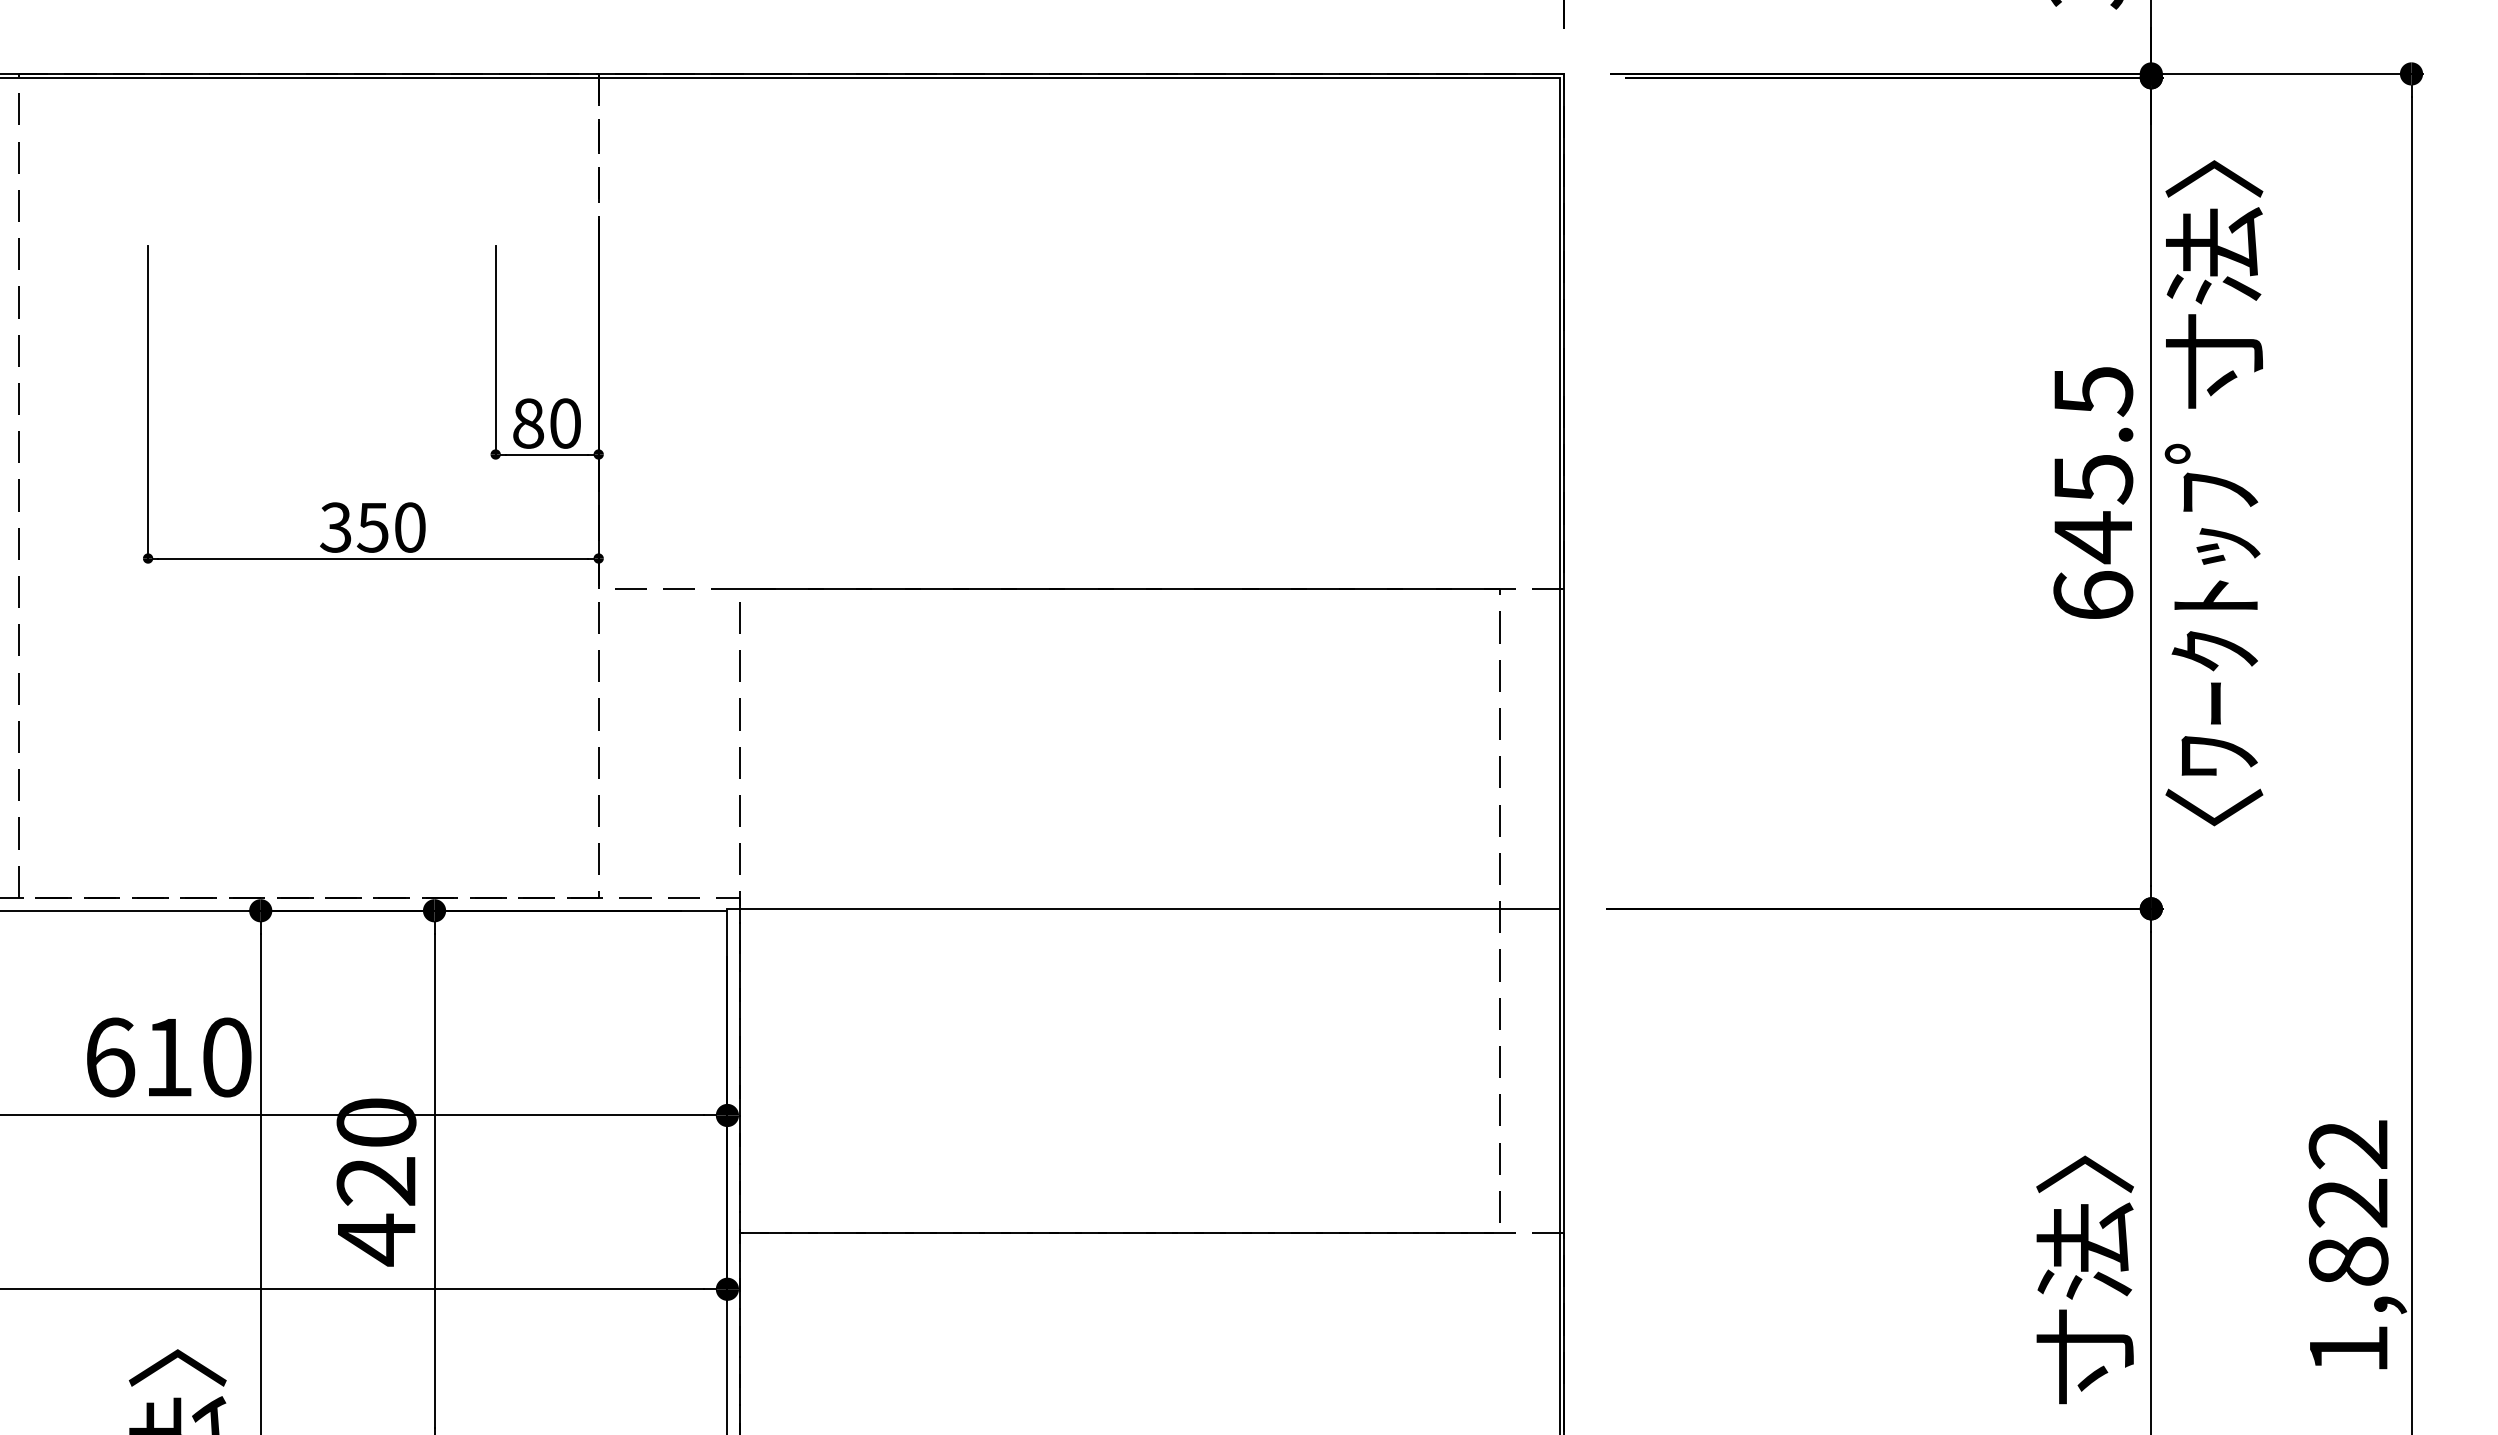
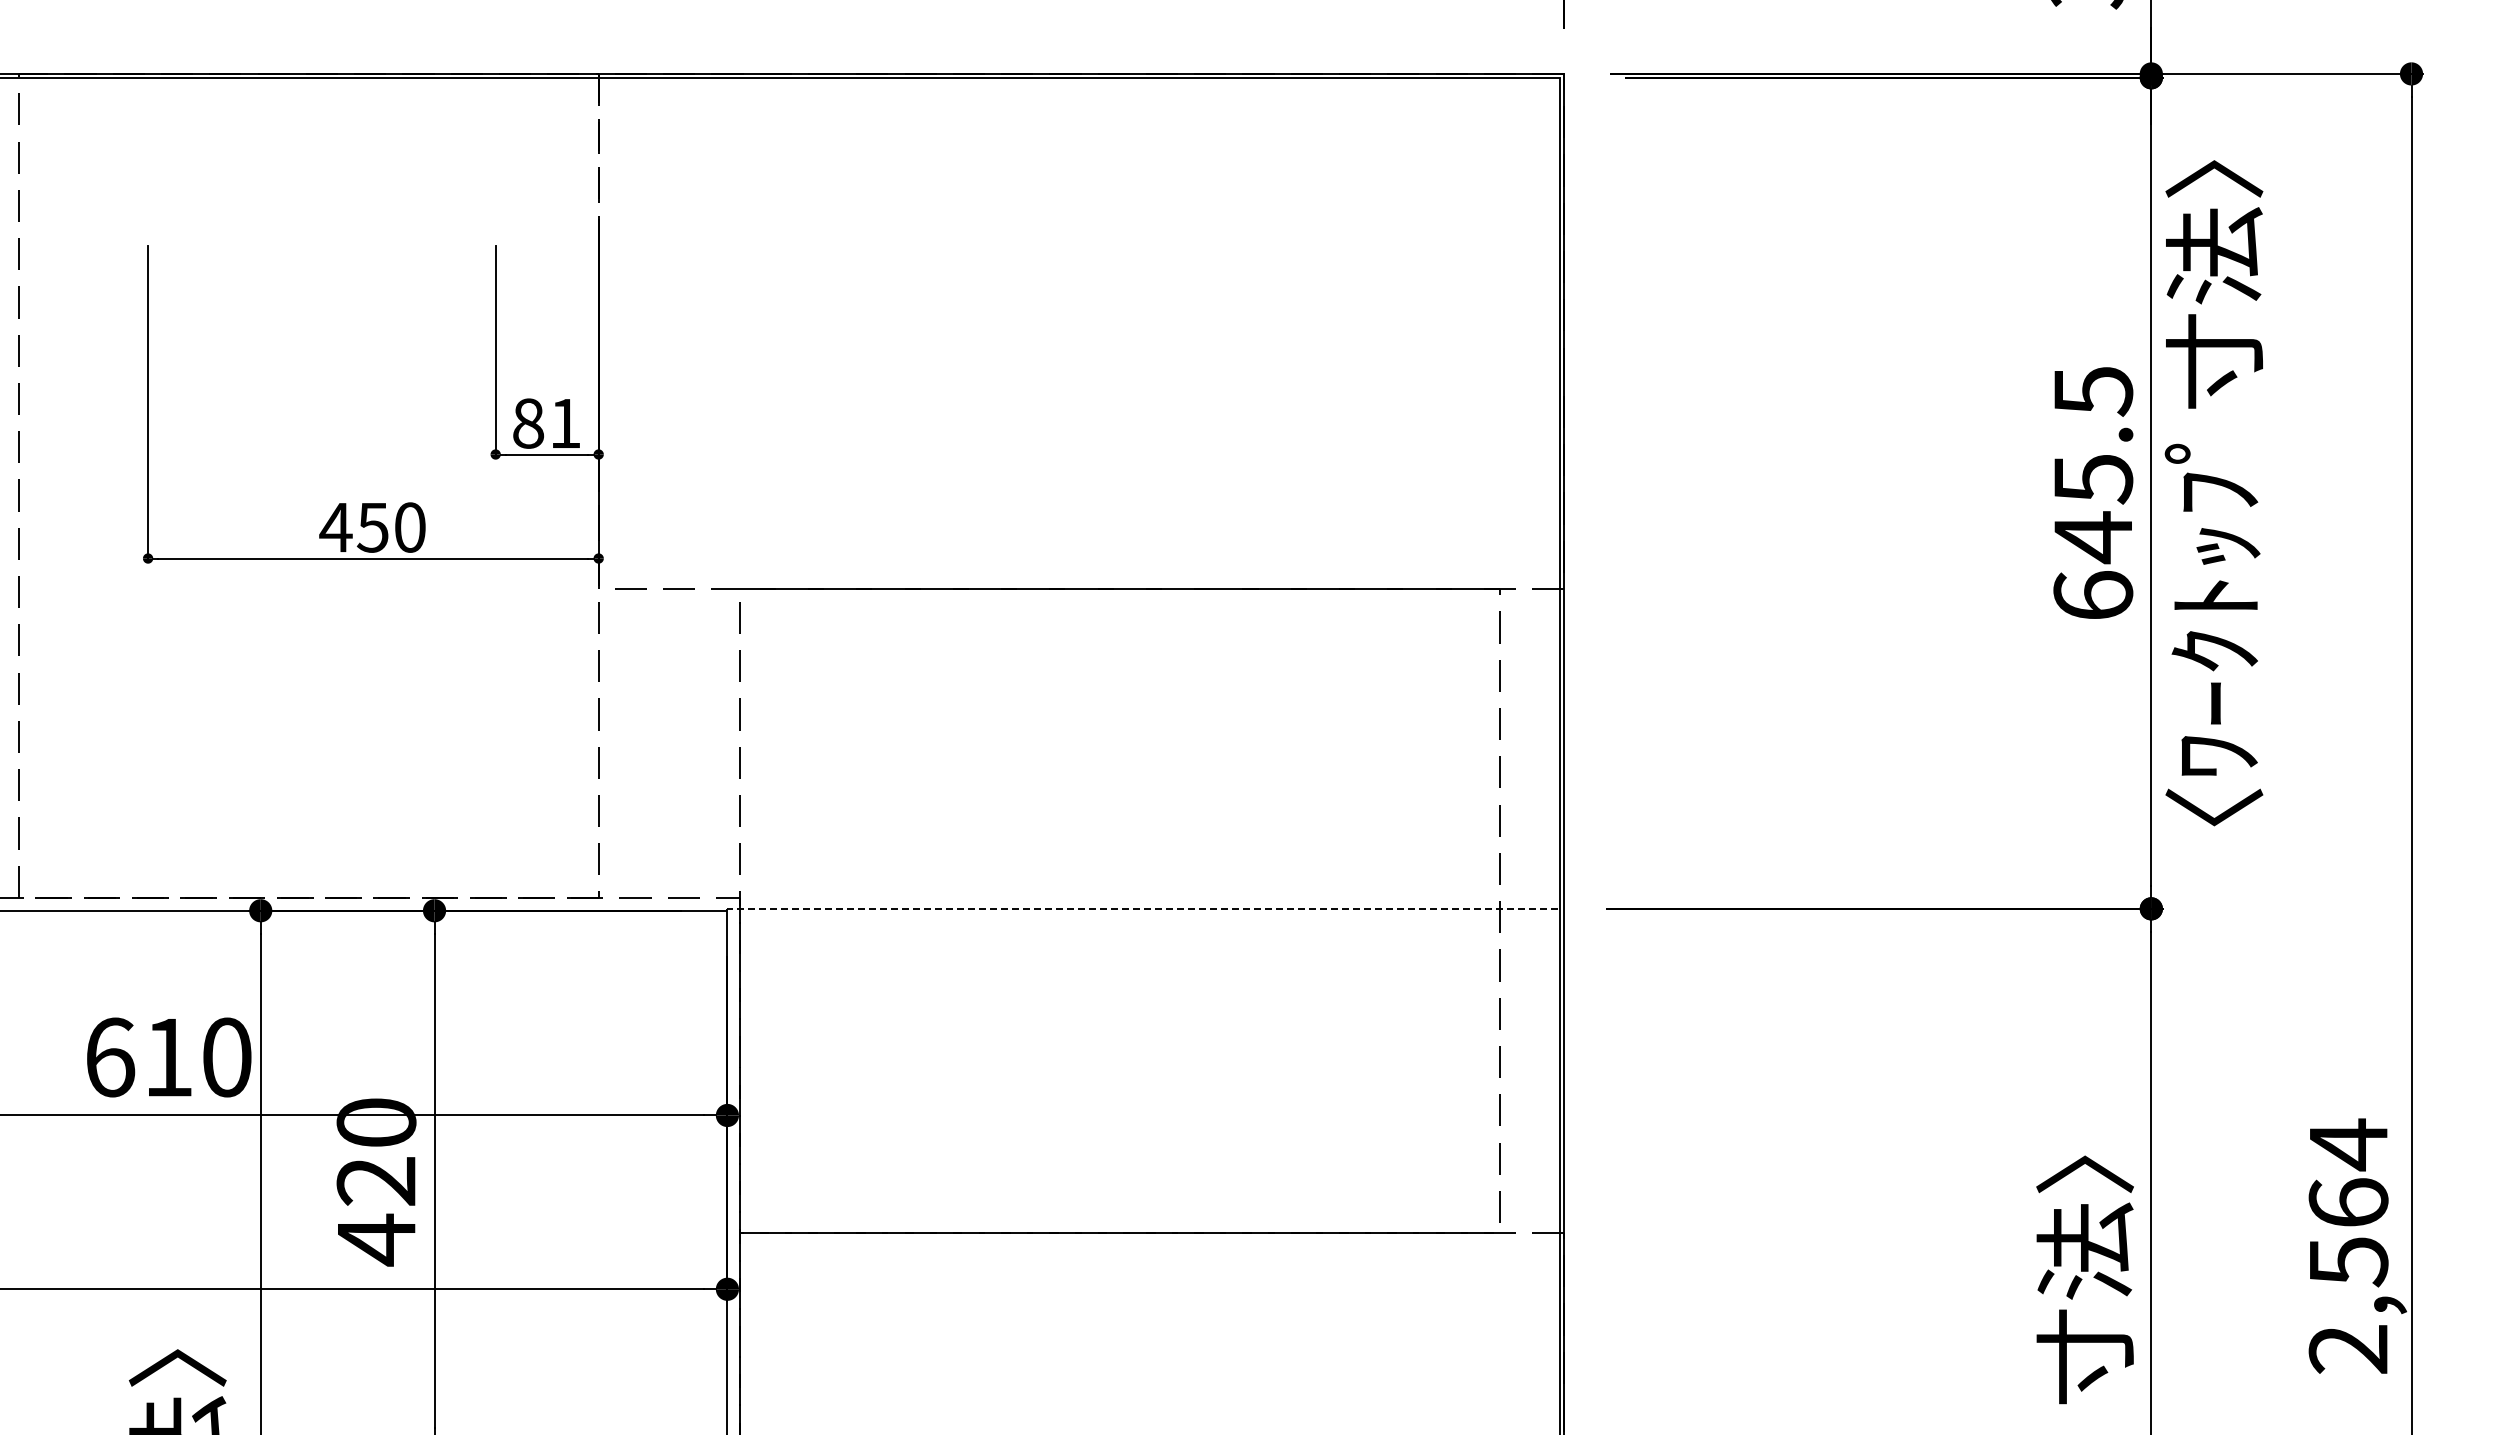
text at (565, 423): 80 -> 81
text at (335, 527): 350 -> 450
line at (1142, 908): solid -> dashed
text at (2348, 1245): 1,822 -> 2,564
